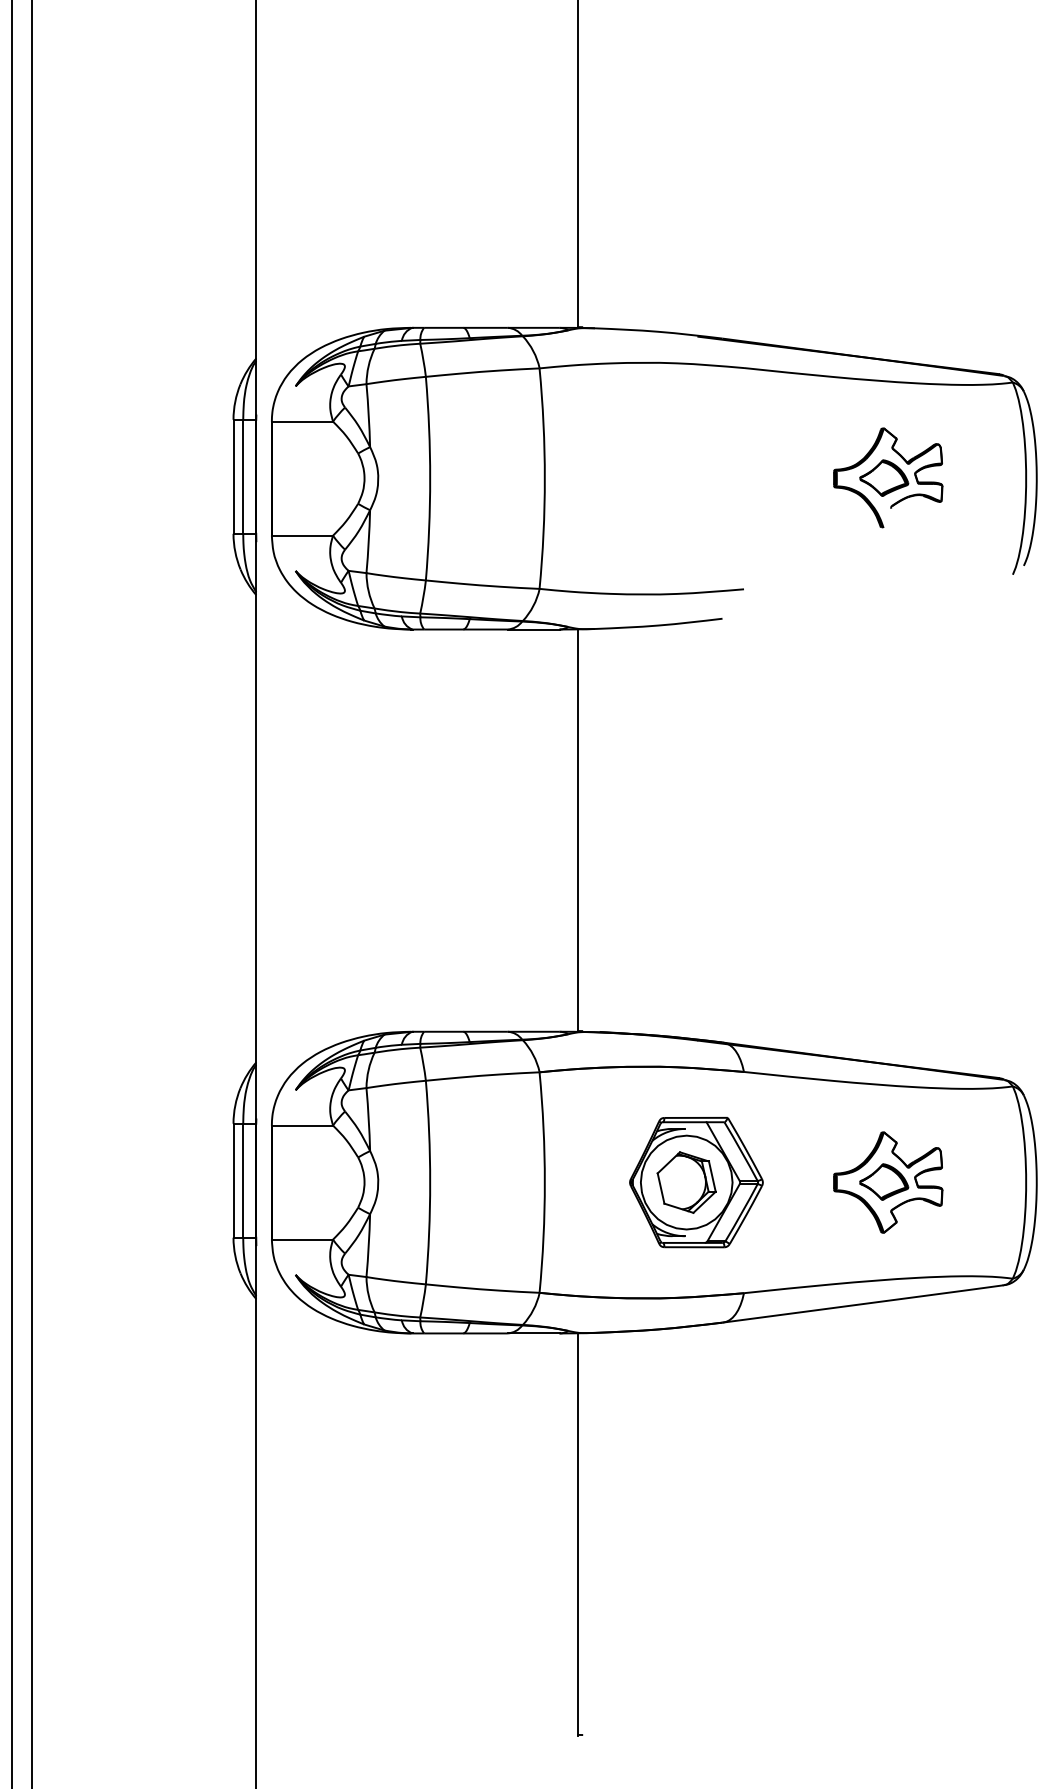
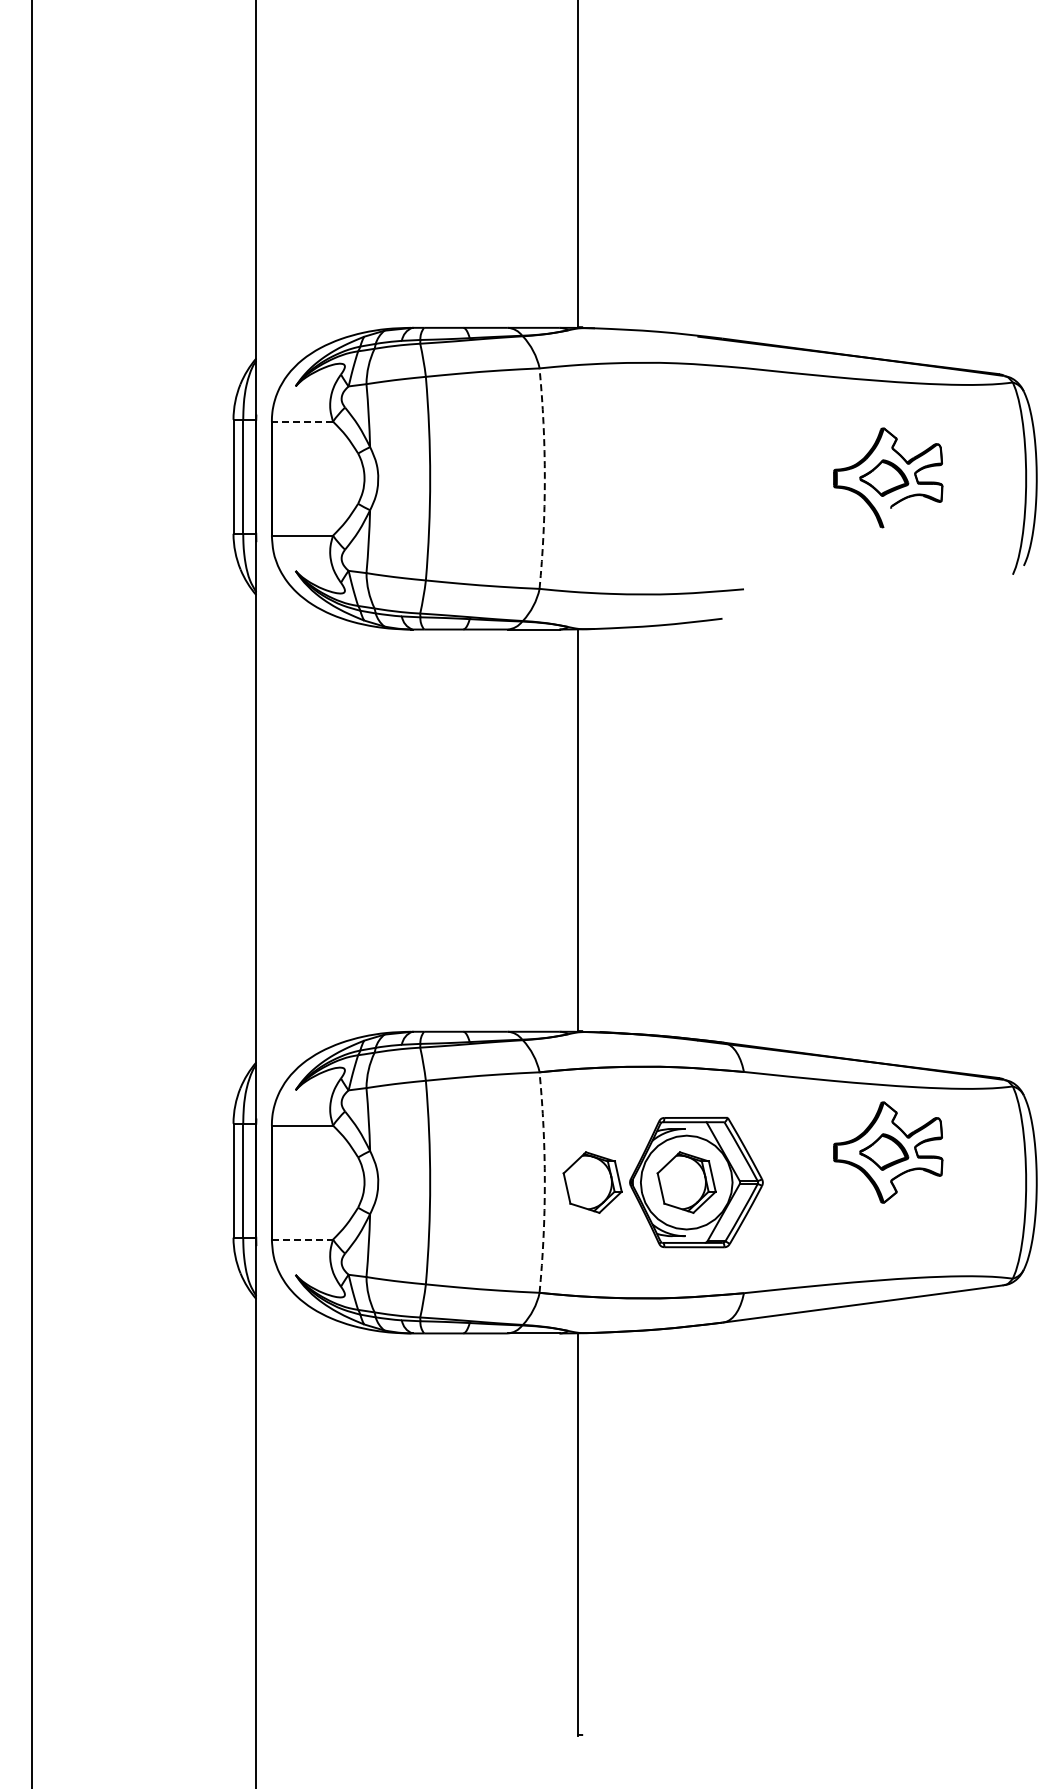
line at (302, 421): solid -> dashed
arc at (544, 478): solid -> dashed
line at (11, 893): present -> none
arc at (544, 1182): solid -> dashed
part at (592, 1182): none -> present
part at (888, 1182) position: (888, 1182) -> (888, 1152)
line at (302, 1239): solid -> dashed
